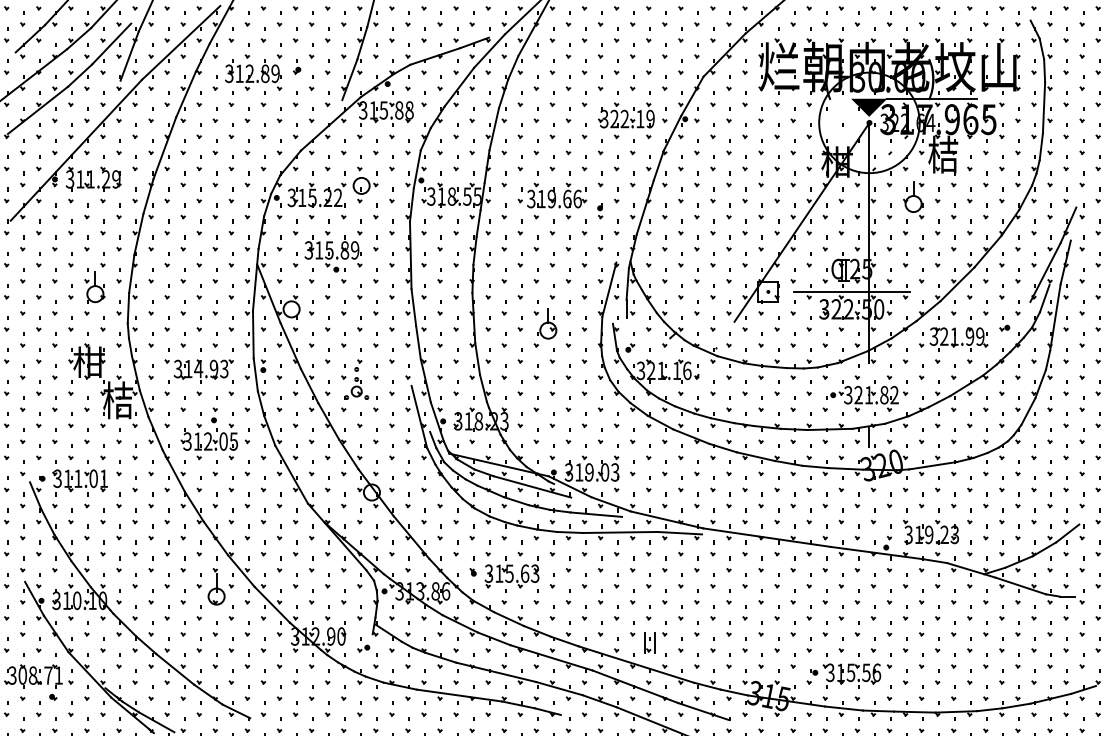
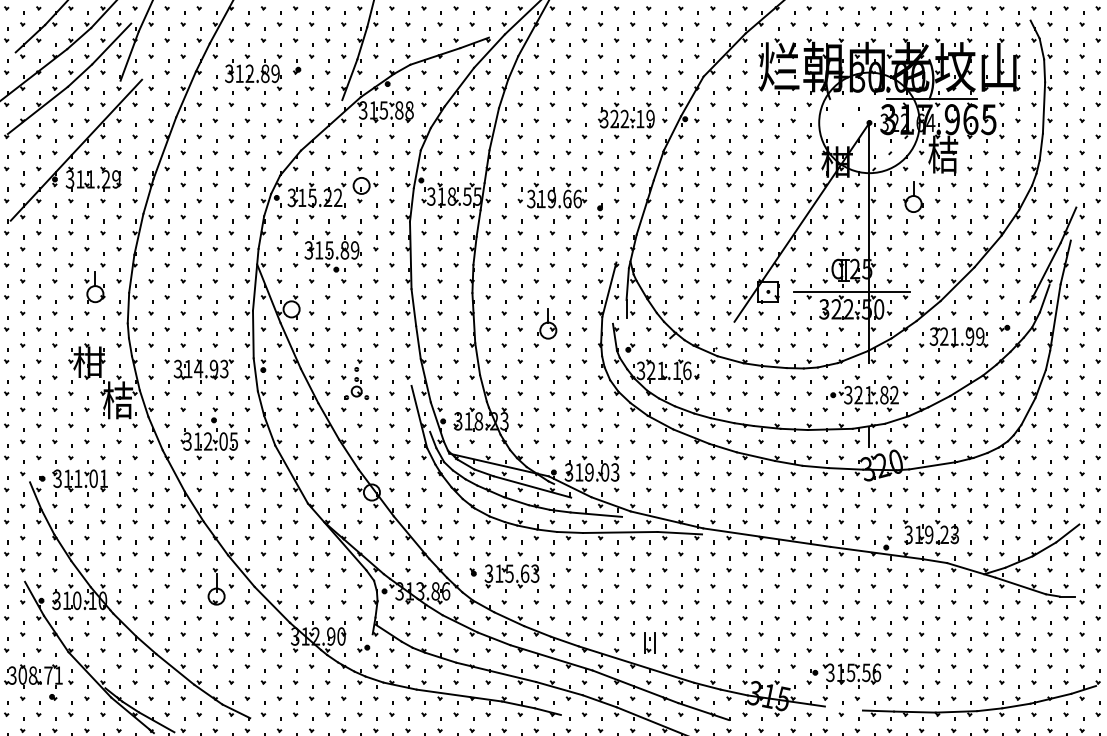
line at (181, 42): present -> none
fill at (869, 107): present -> none
line at (843, 708): present -> none
